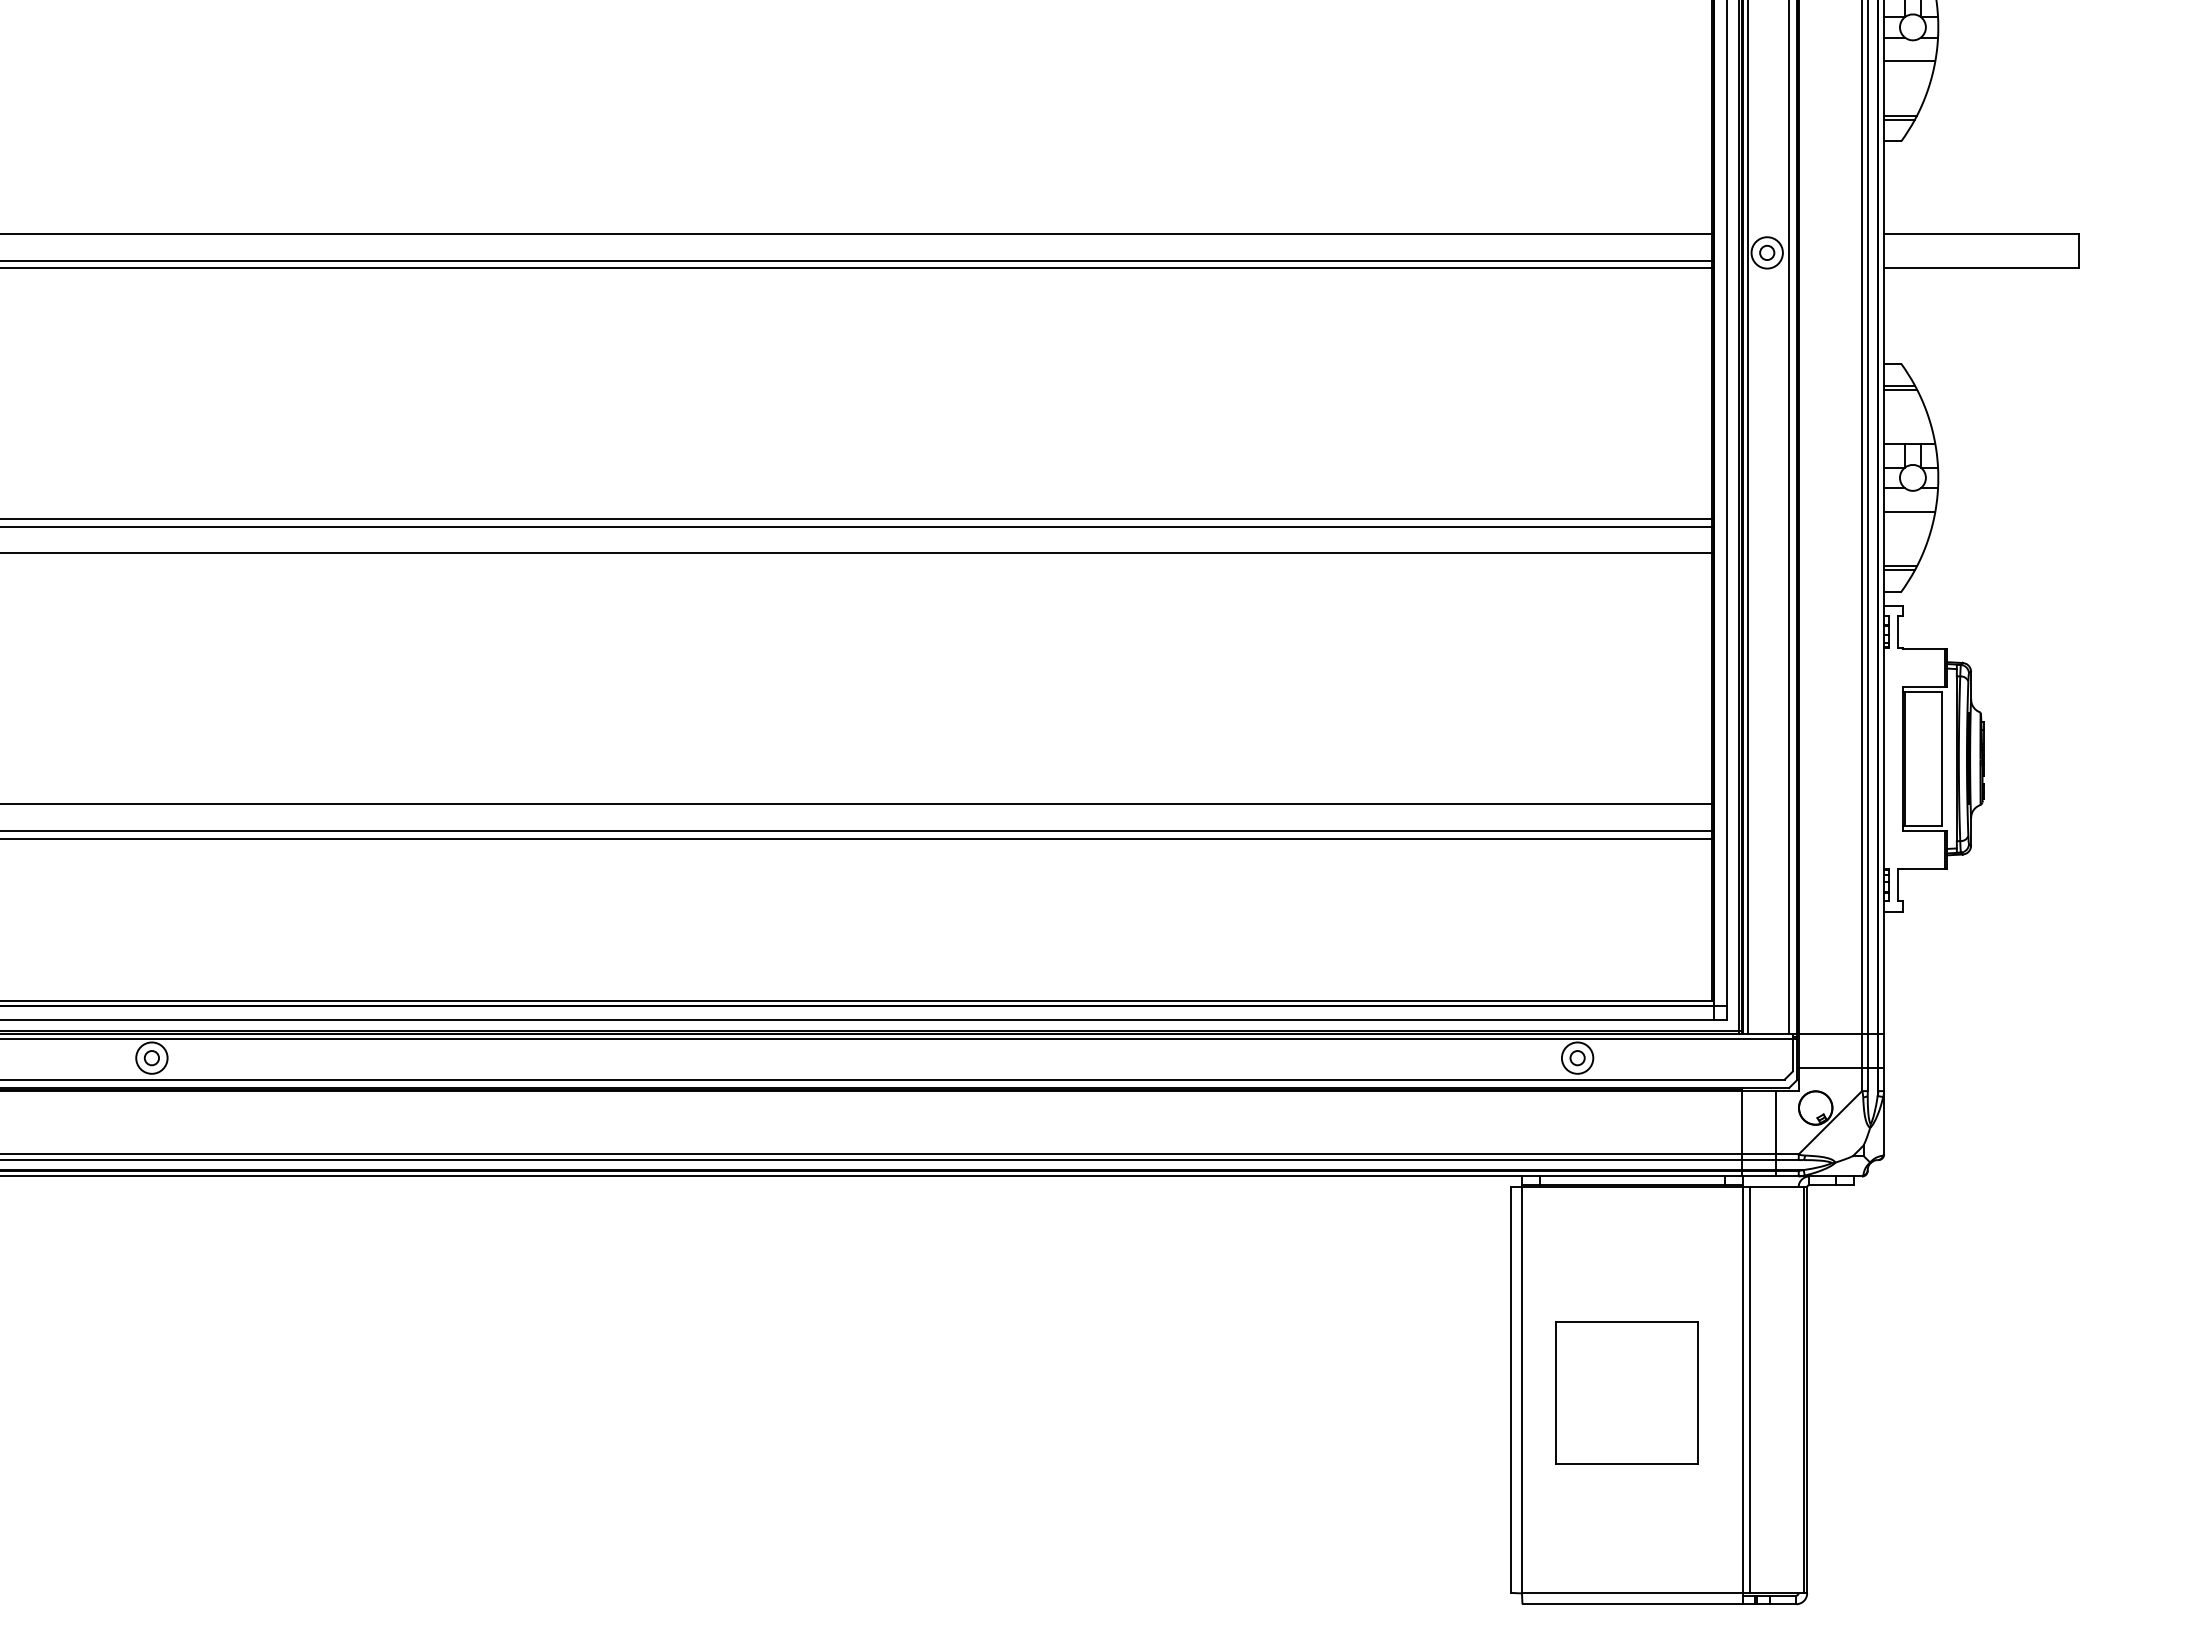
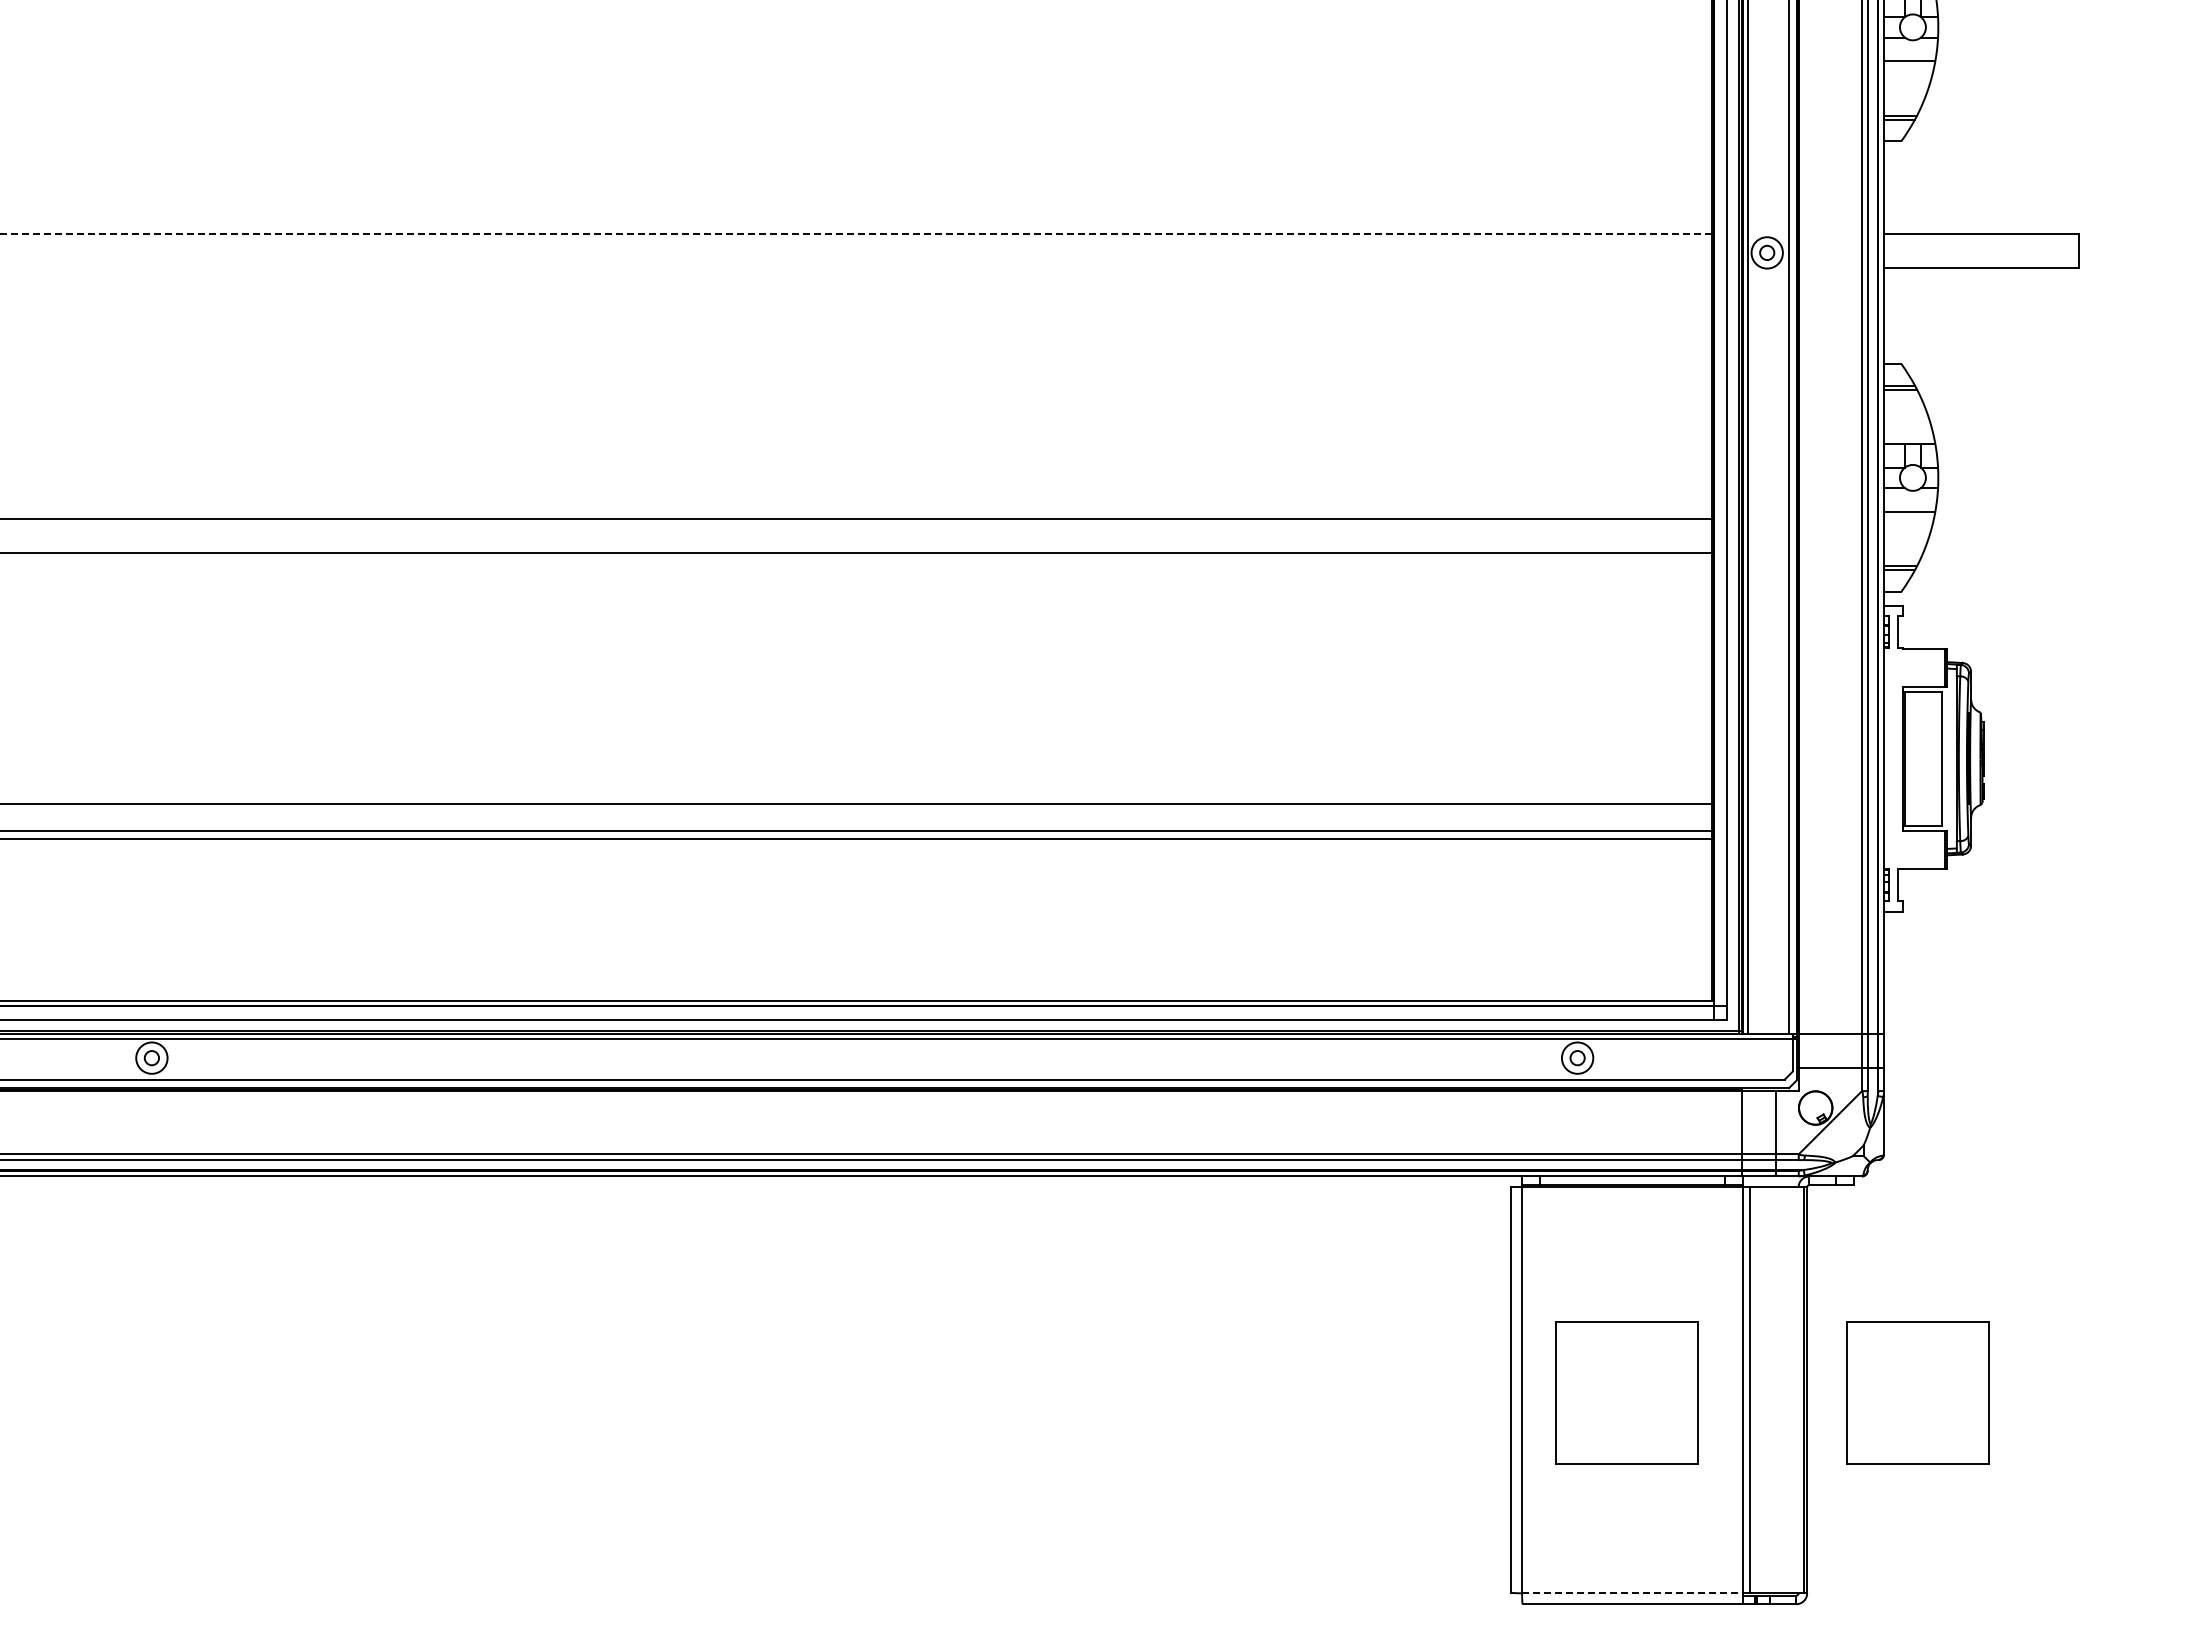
line at (856, 234): solid -> dashed
line at (856, 260): present -> none
line at (856, 268): present -> none
line at (856, 526): present -> none
part at (1917, 1392): none -> present
line at (1632, 1593): solid -> dashed
